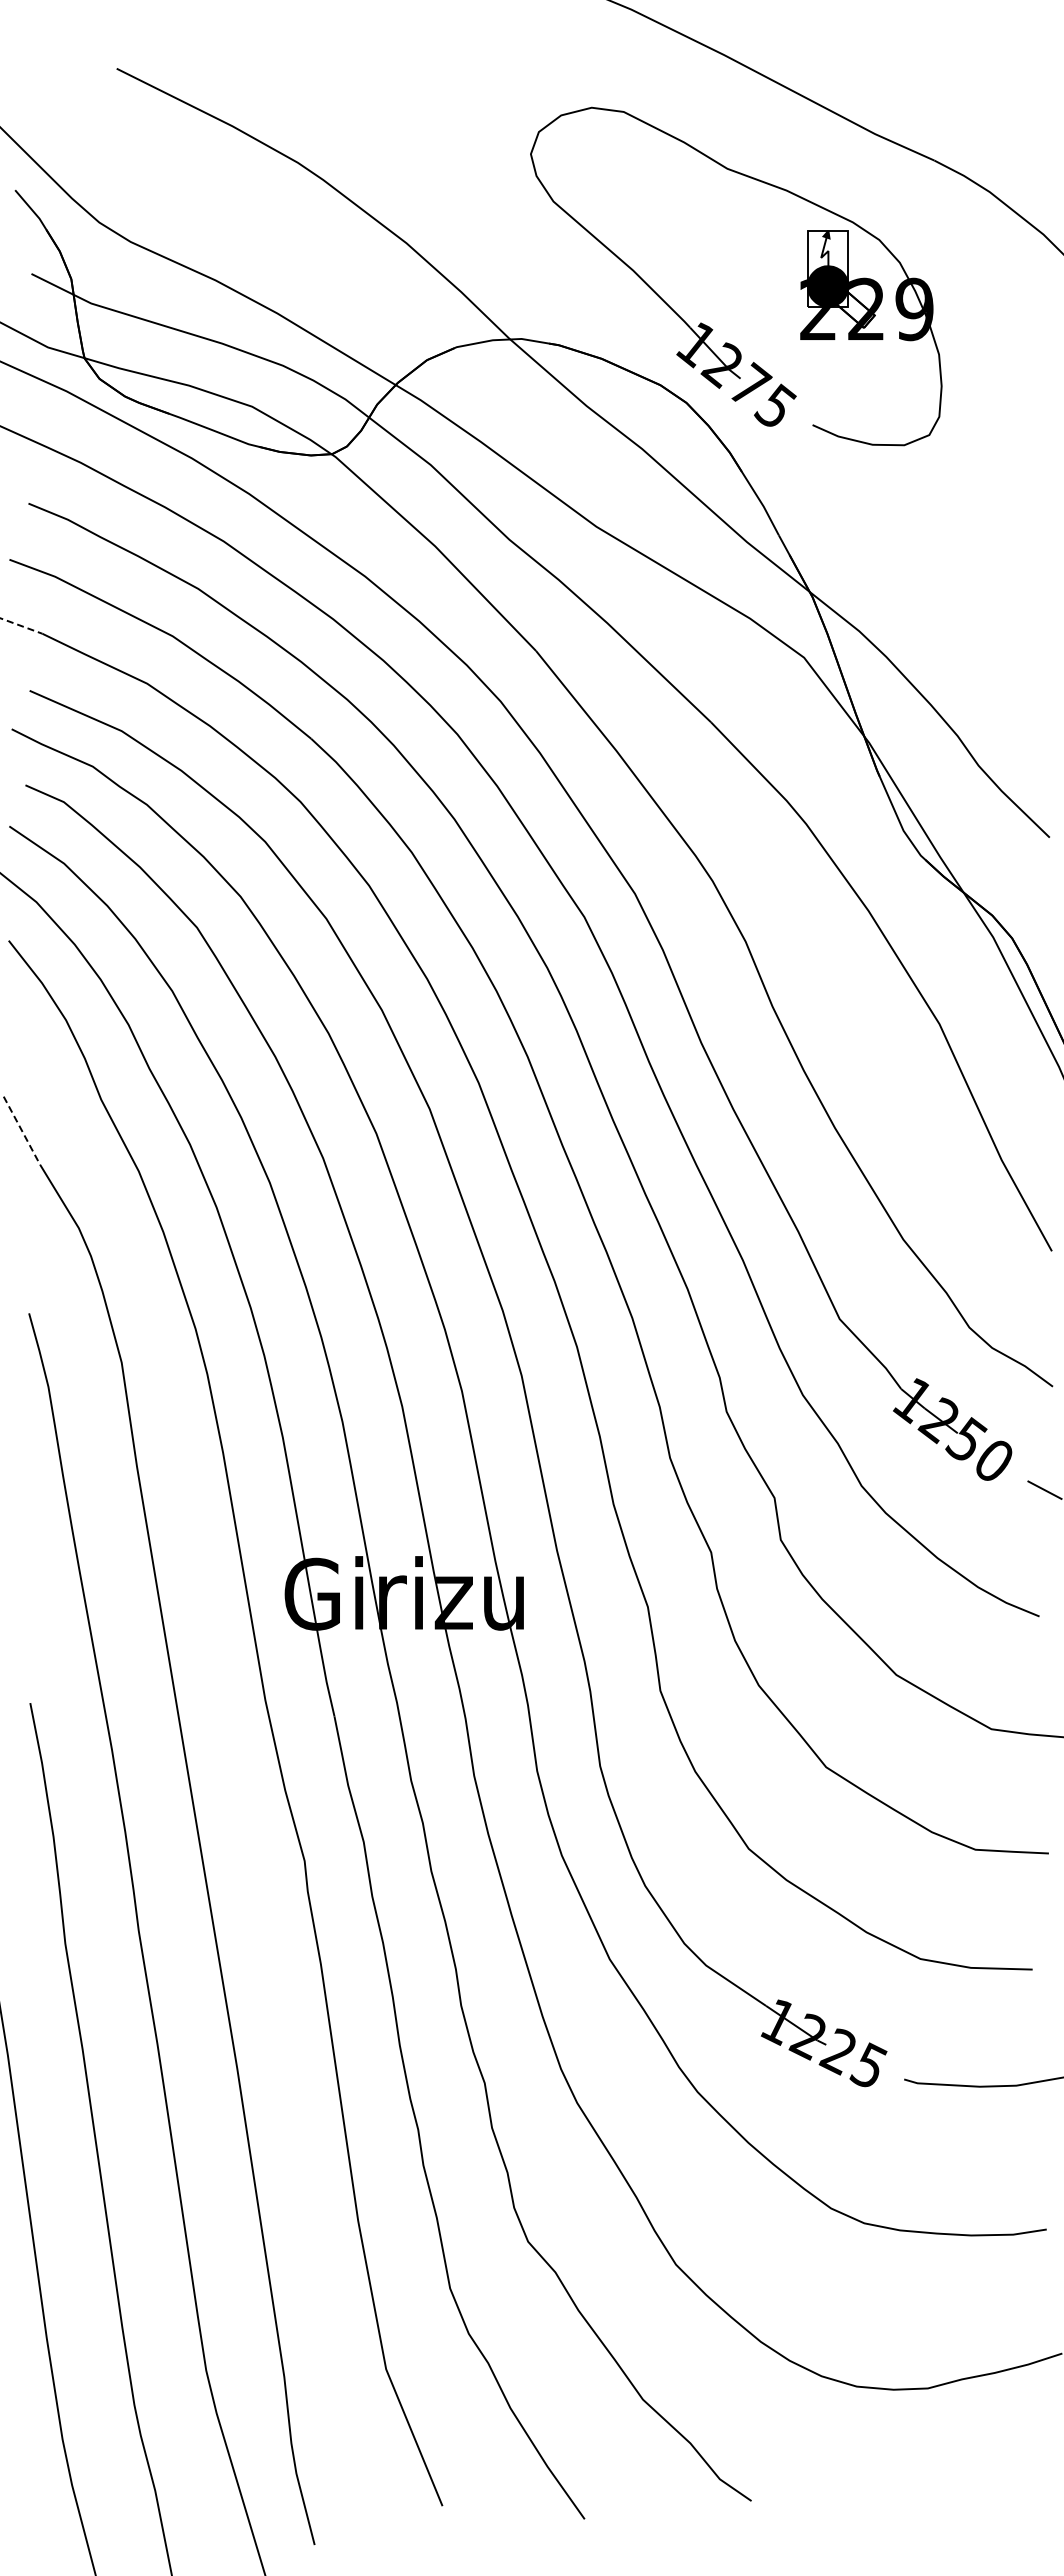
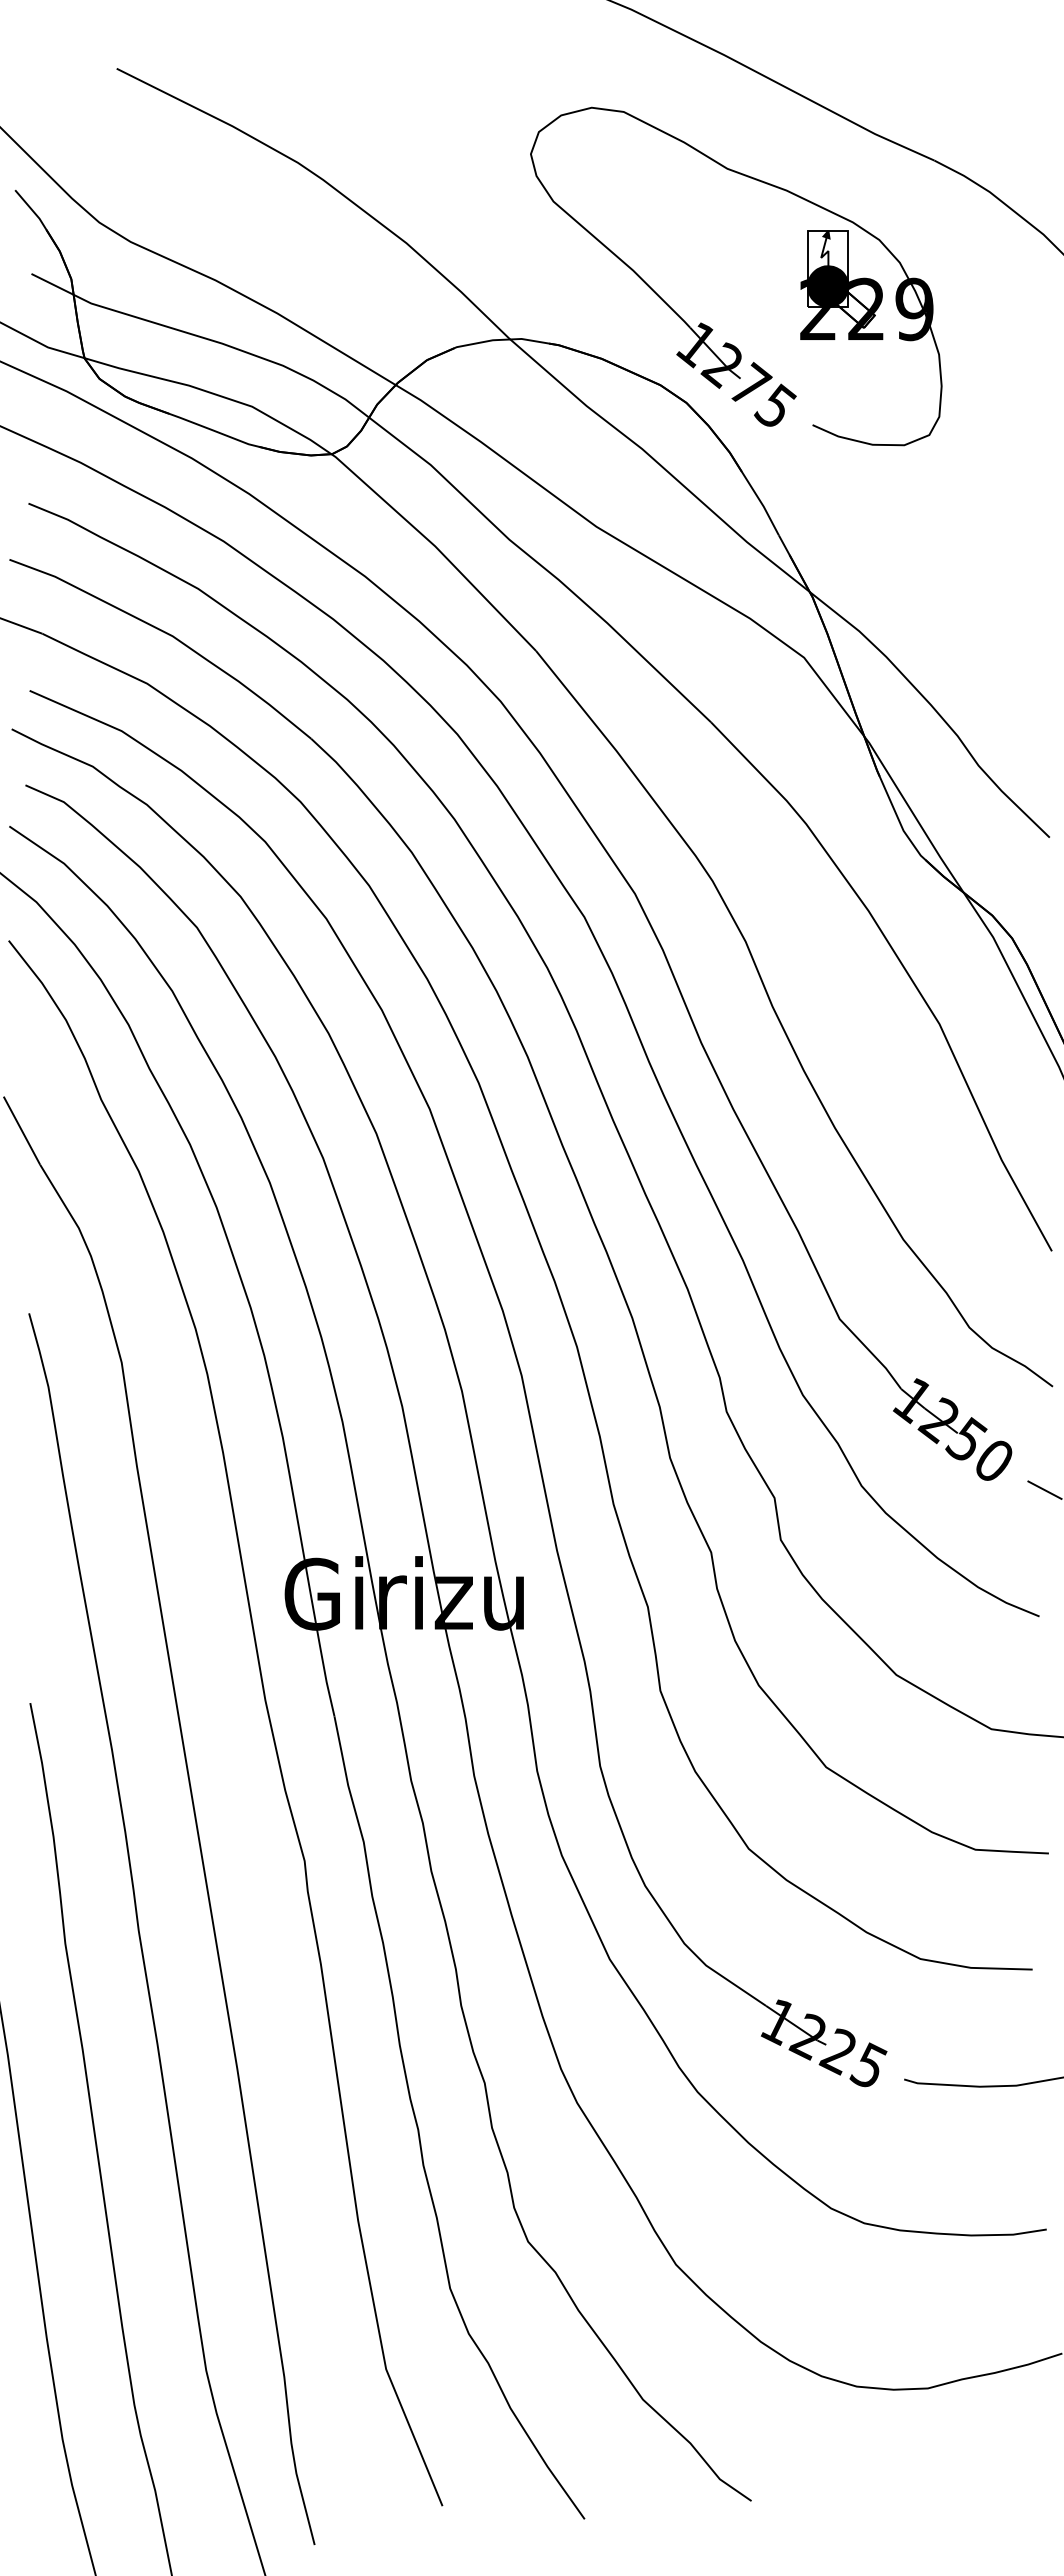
line at (21, 626): dashed -> solid
line at (21, 1130): dashed -> solid
